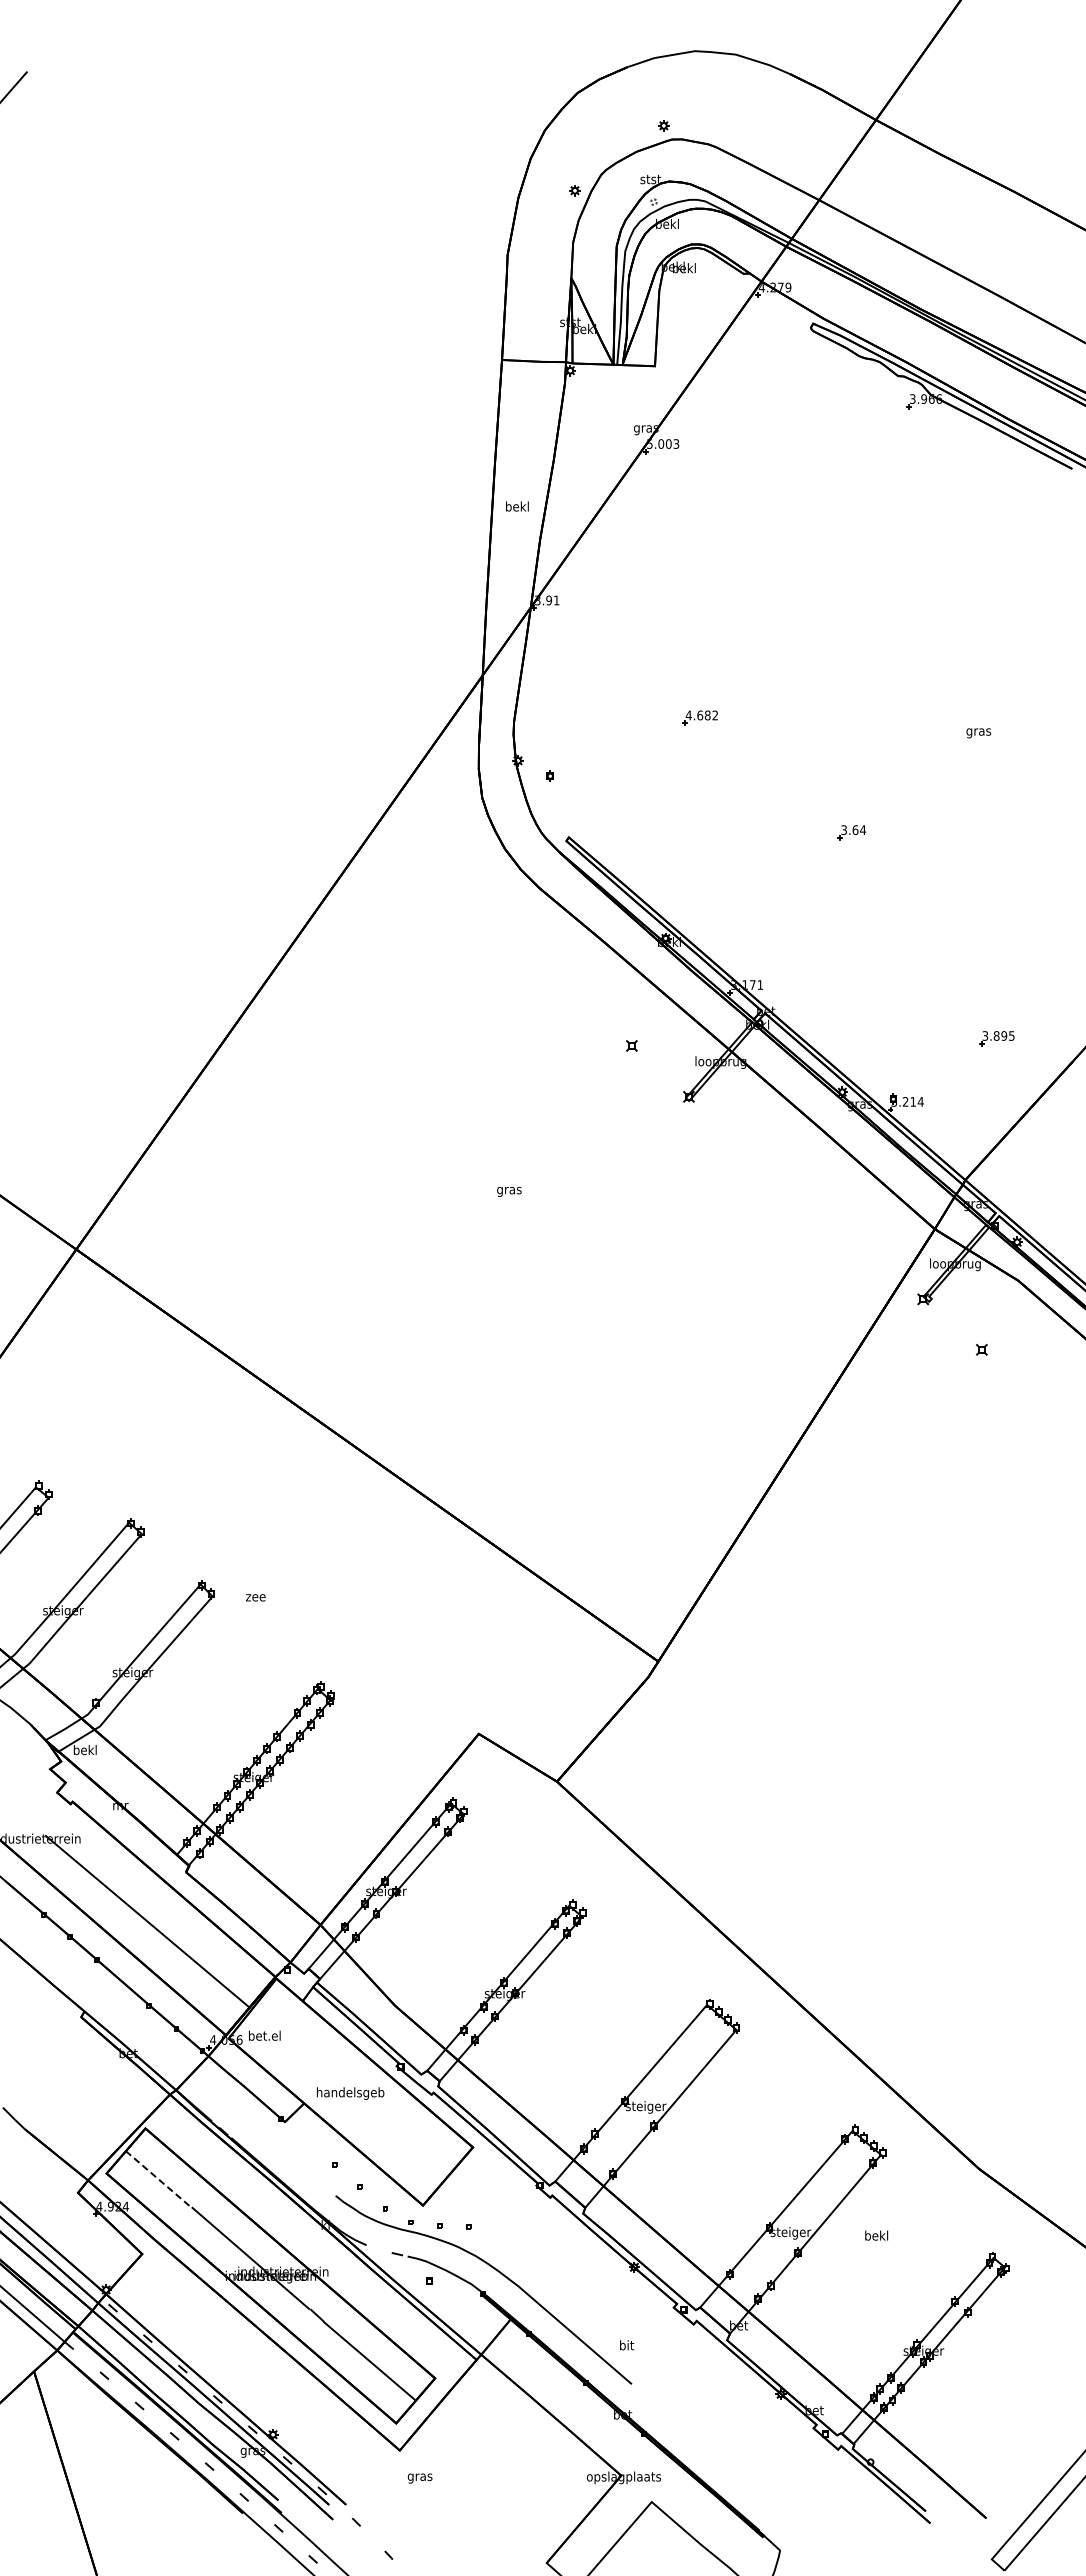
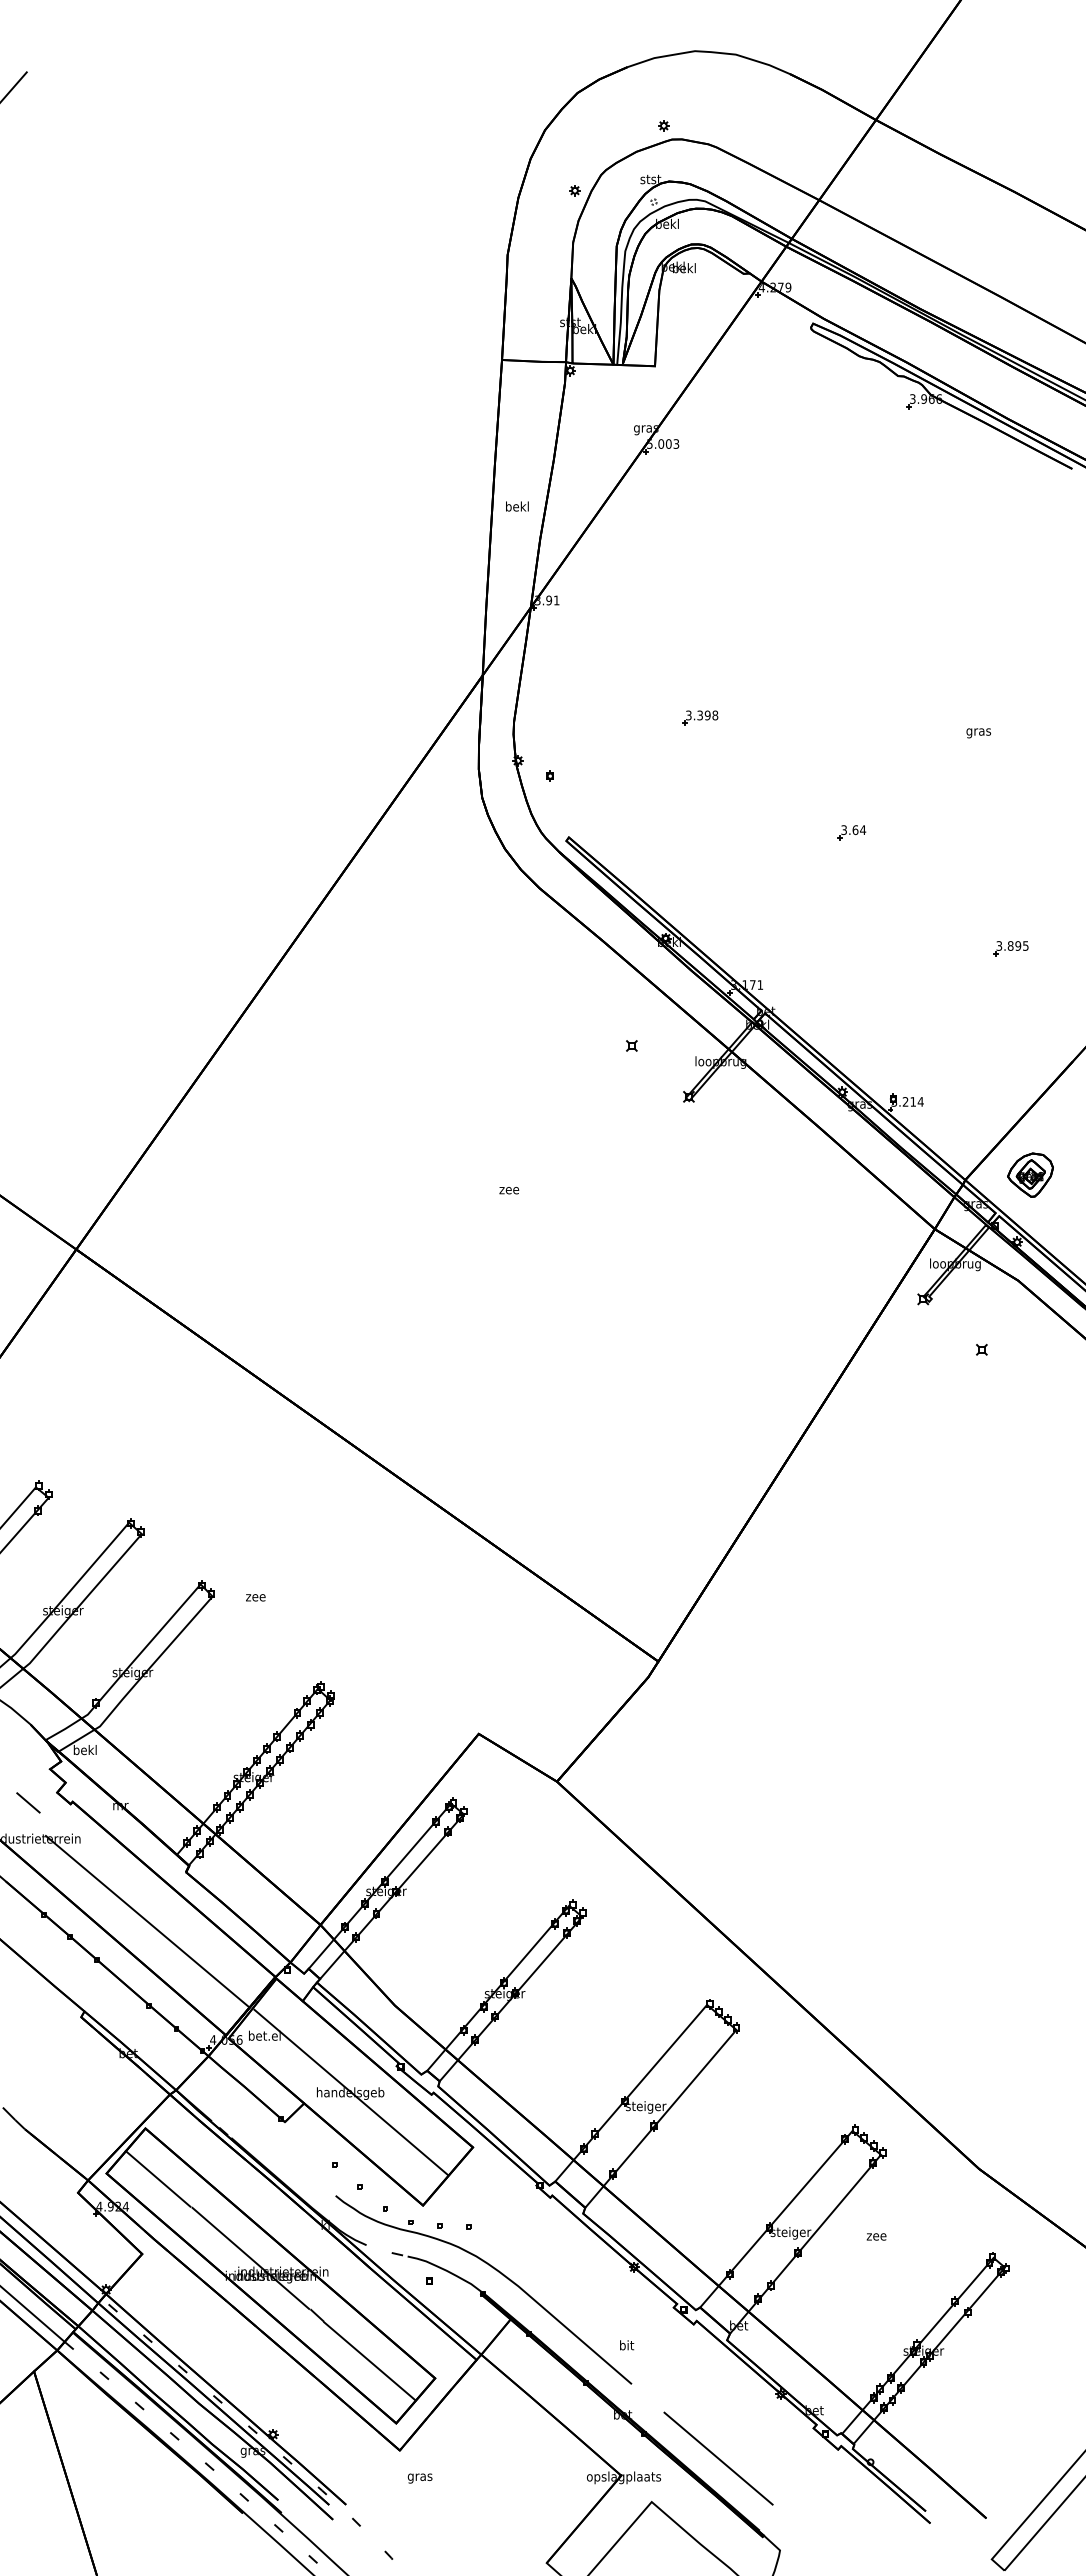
text at (701, 715): 4.682 -> 3.398
part at (996, 1038) position: (996, 1038) -> (1010, 948)
part at (1030, 1174): none -> present
text at (509, 1191): gras -> zee
line at (28, 1802): none -> present
line at (350, 2091): none -> present
line at (158, 2178): dashed -> solid
text at (876, 2235): bekl -> zee
line at (718, 2458): none -> present
